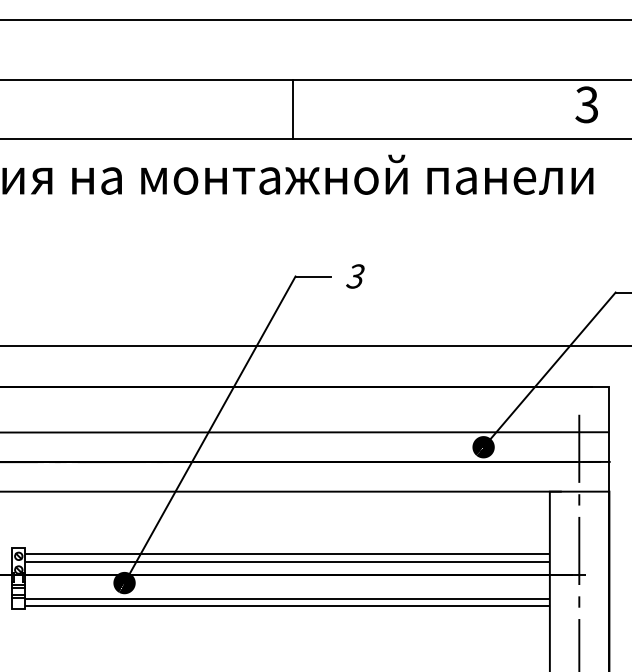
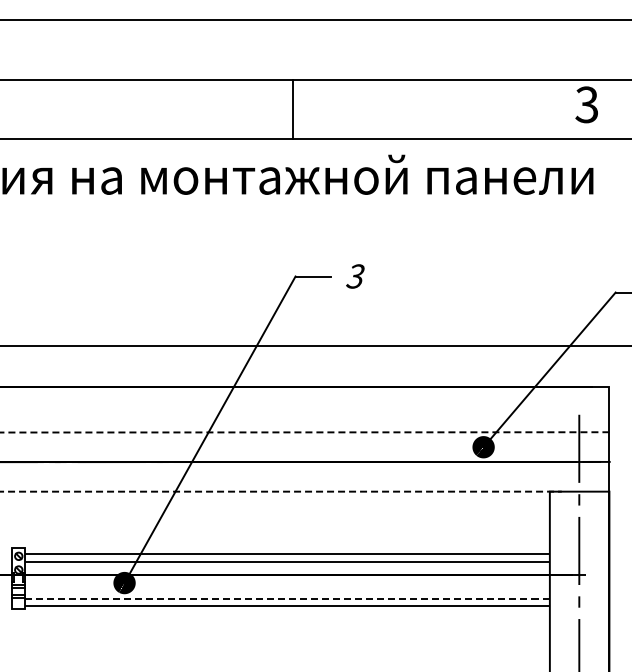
line at (23, 432): solid -> dashed
line at (288, 599): solid -> dashed
